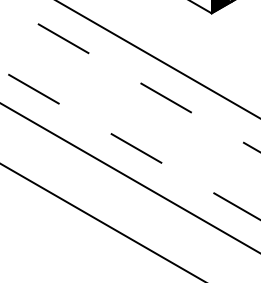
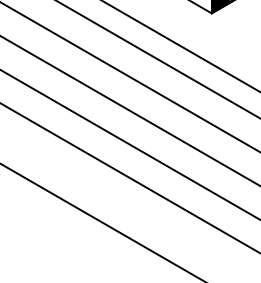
line at (180, 46): none -> present
line at (130, 77): dashed -> solid
line at (129, 110): none -> present
line at (130, 145): dashed -> solid
